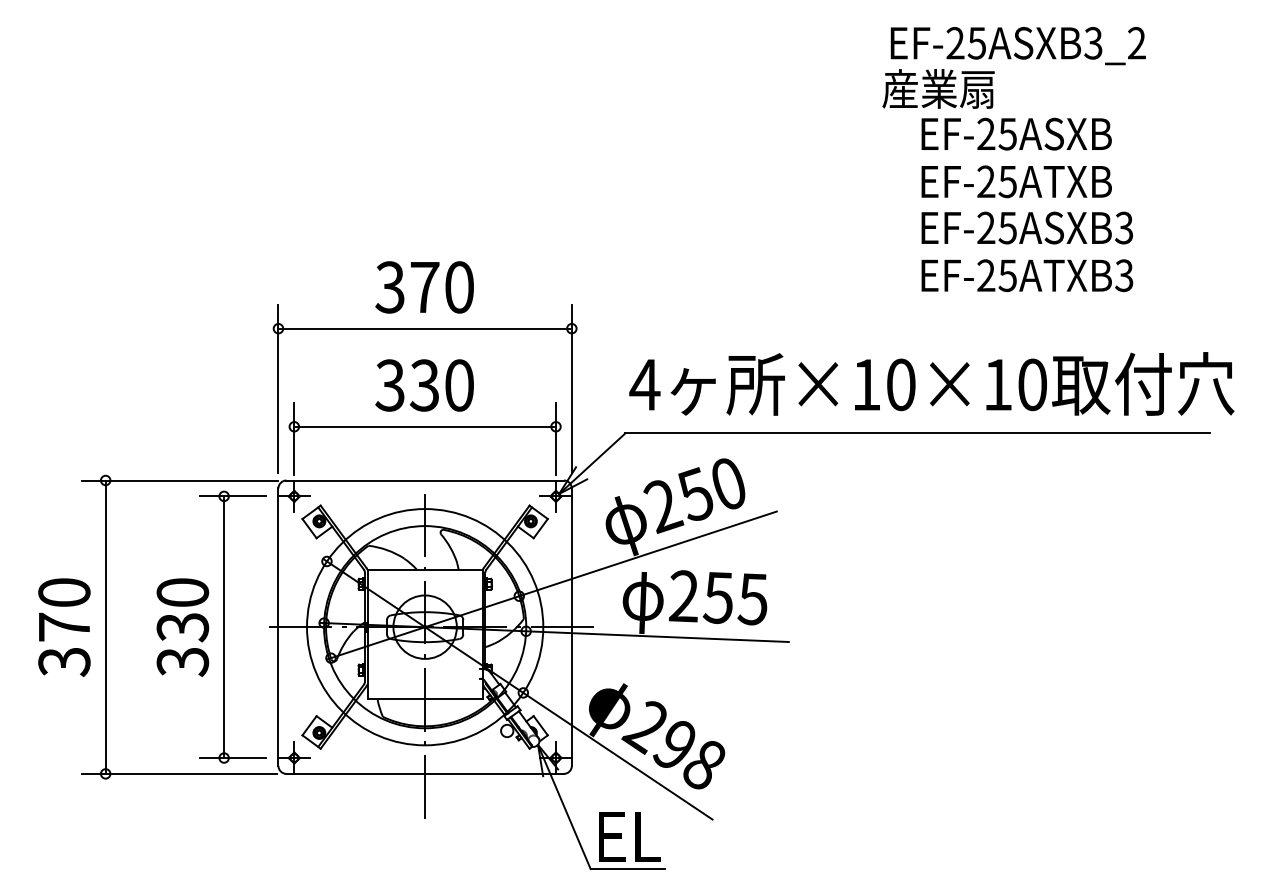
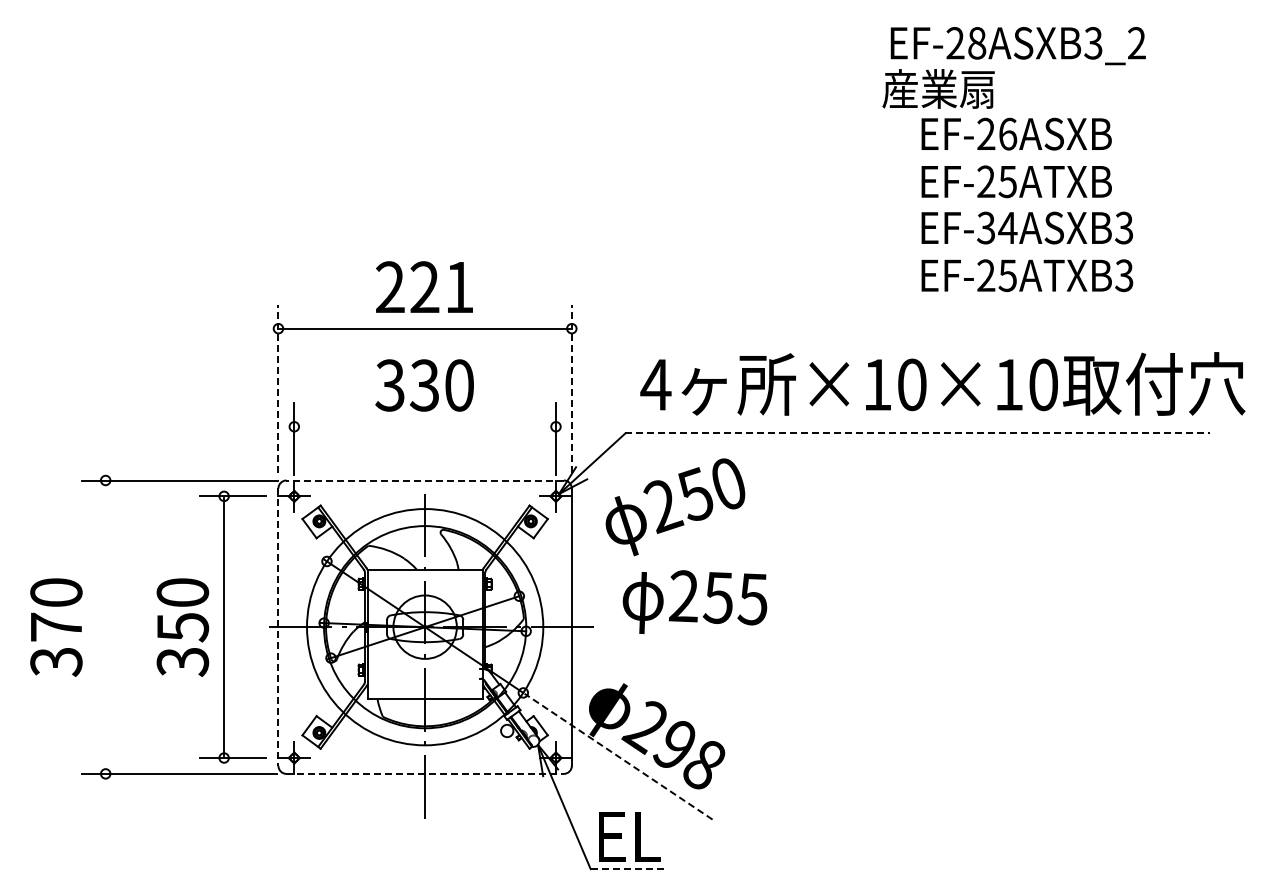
text at (976, 43): EF-25ASXB3_2 -> EF-28ASXB3_2
text at (1007, 133): EF-25ASXB -> EF-26ASXB
text at (997, 228): EF-25ASXB3 -> EF-34ASXB3
text at (424, 287): 370 -> 221
text at (931, 383) position: (931, 383) -> (942, 383)
line at (278, 388): solid -> dashed
line at (571, 388): solid -> dashed
line at (424, 426): present -> none
line at (918, 433): solid -> dashed
line at (425, 480): solid -> dashed
line at (648, 553): present -> none
text at (64, 627) position: (64, 627) -> (56, 627)
line at (105, 627): present -> none
text at (182, 627): 330 -> 350
line at (278, 627): solid -> dashed
line at (657, 636): present -> none
line at (618, 756): solid -> dashed
line at (425, 773): solid -> dashed
line at (627, 869): solid -> dashed
